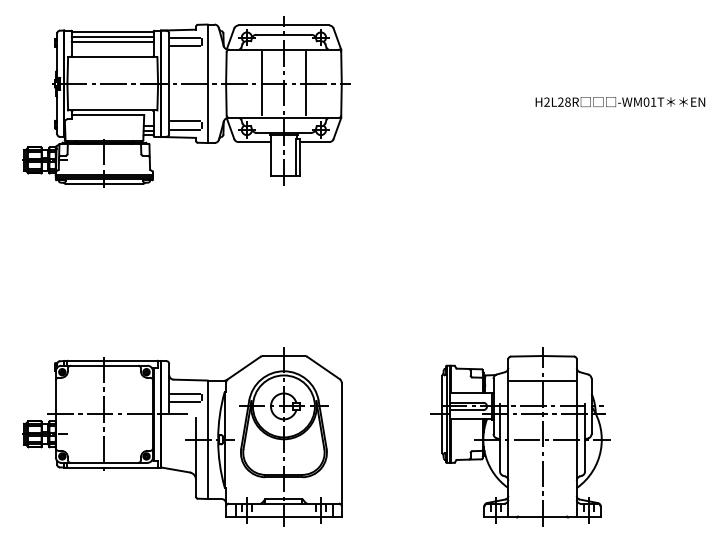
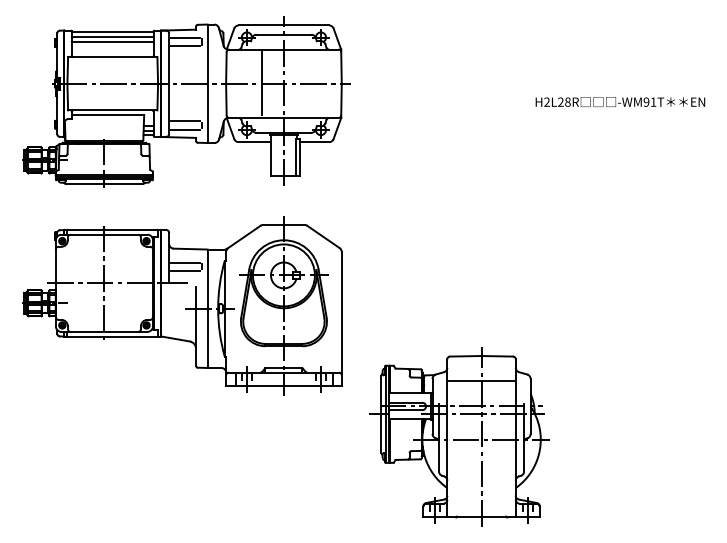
line at (306, 83): present -> none
text at (646, 101): -WM01T -> -WM91T
part at (182, 436) position: (182, 436) -> (182, 305)
part at (520, 436) position: (520, 436) -> (459, 436)
